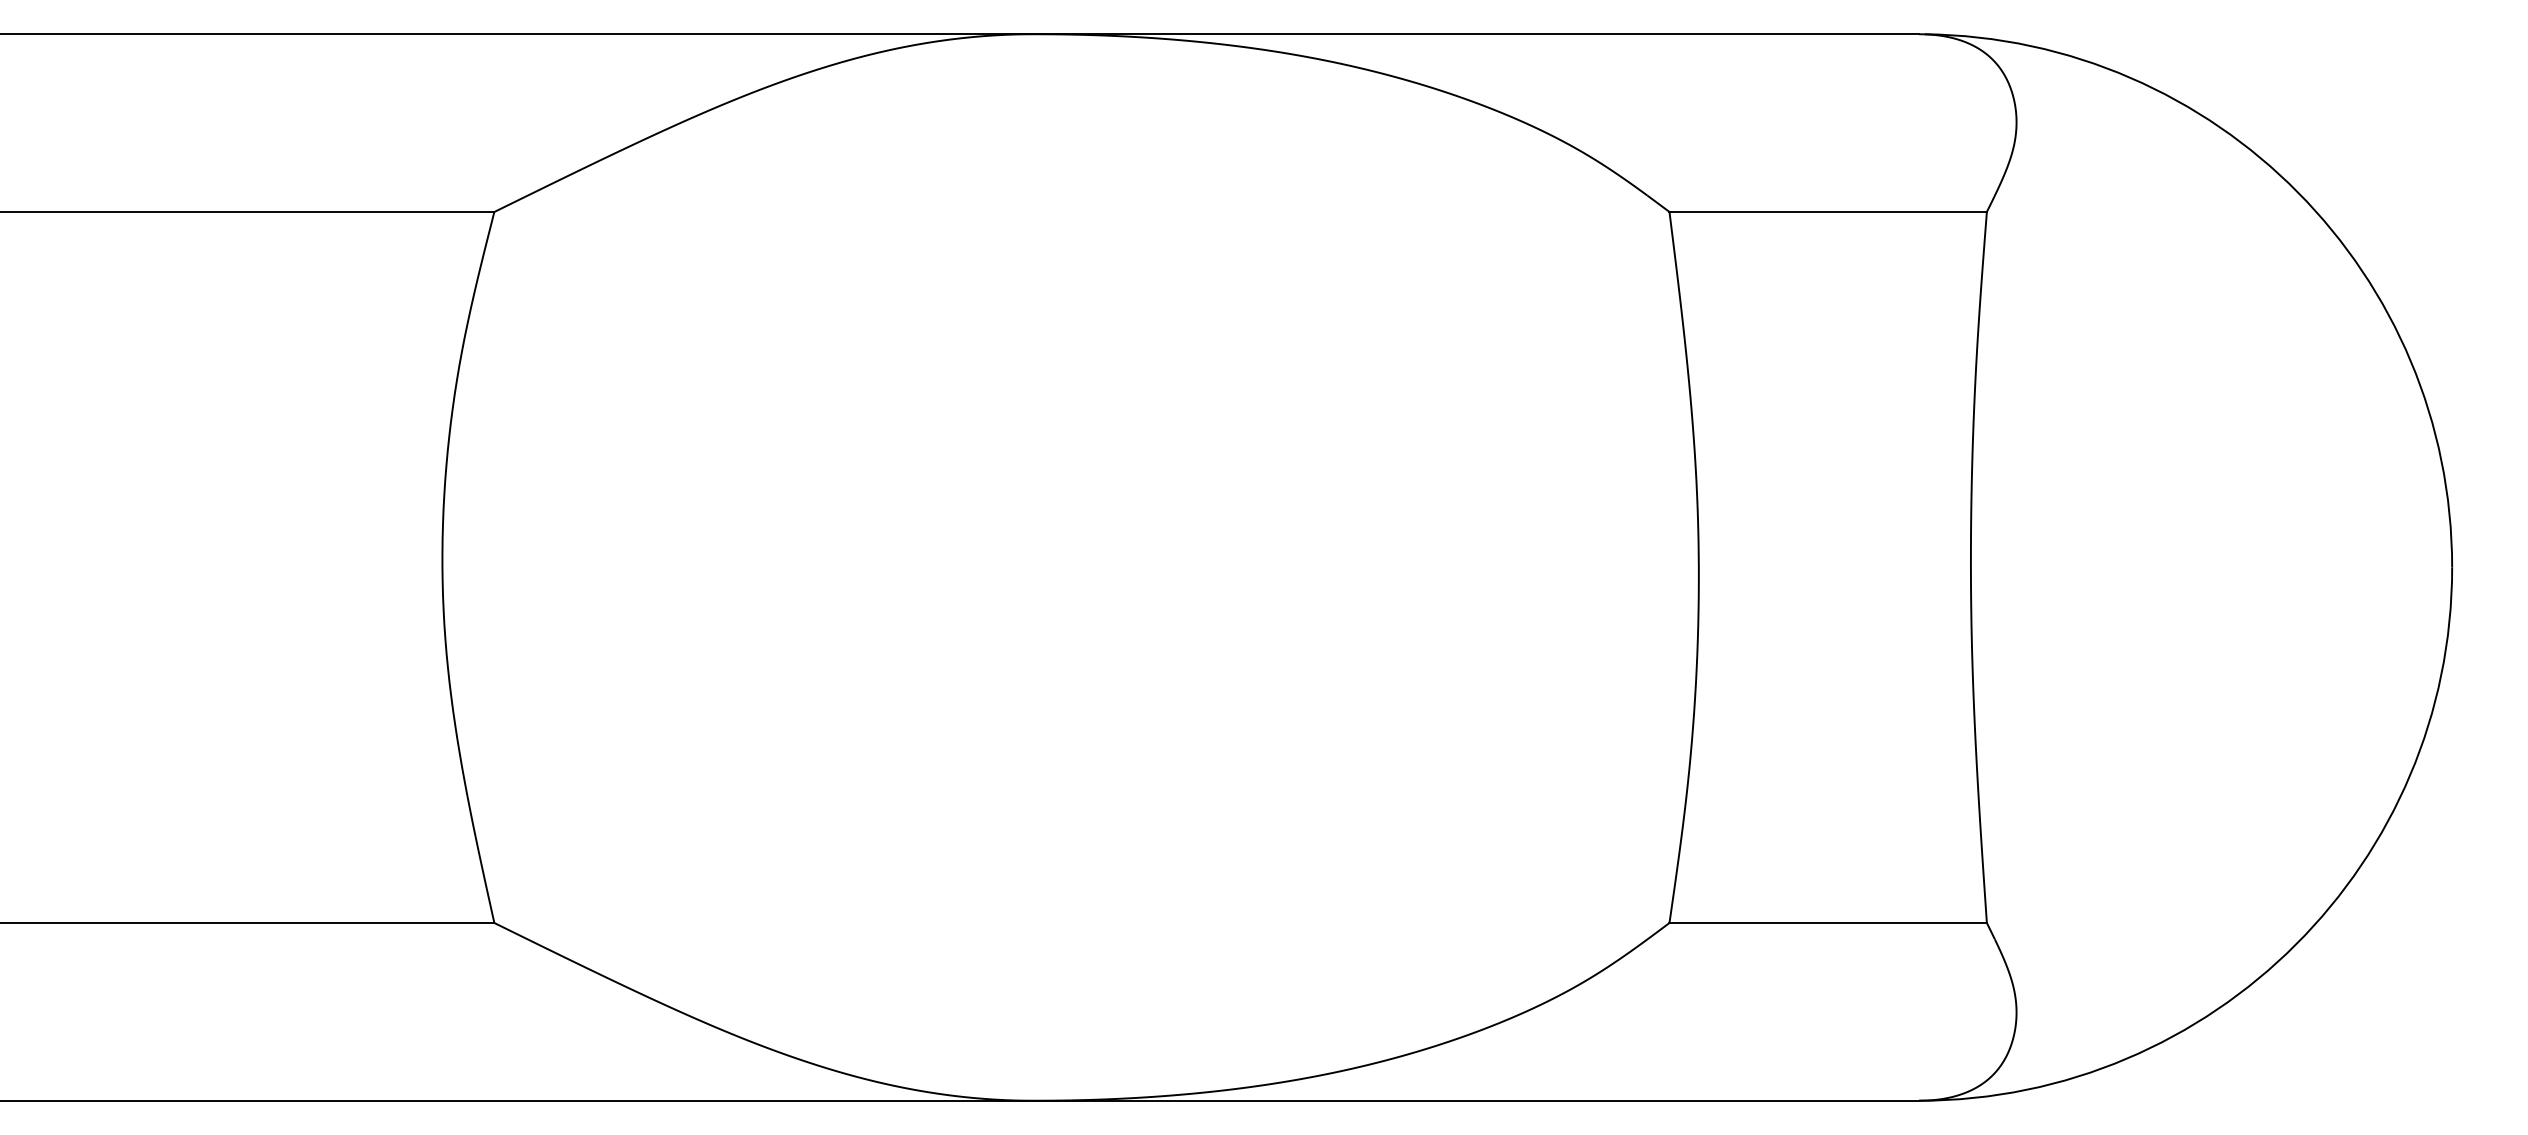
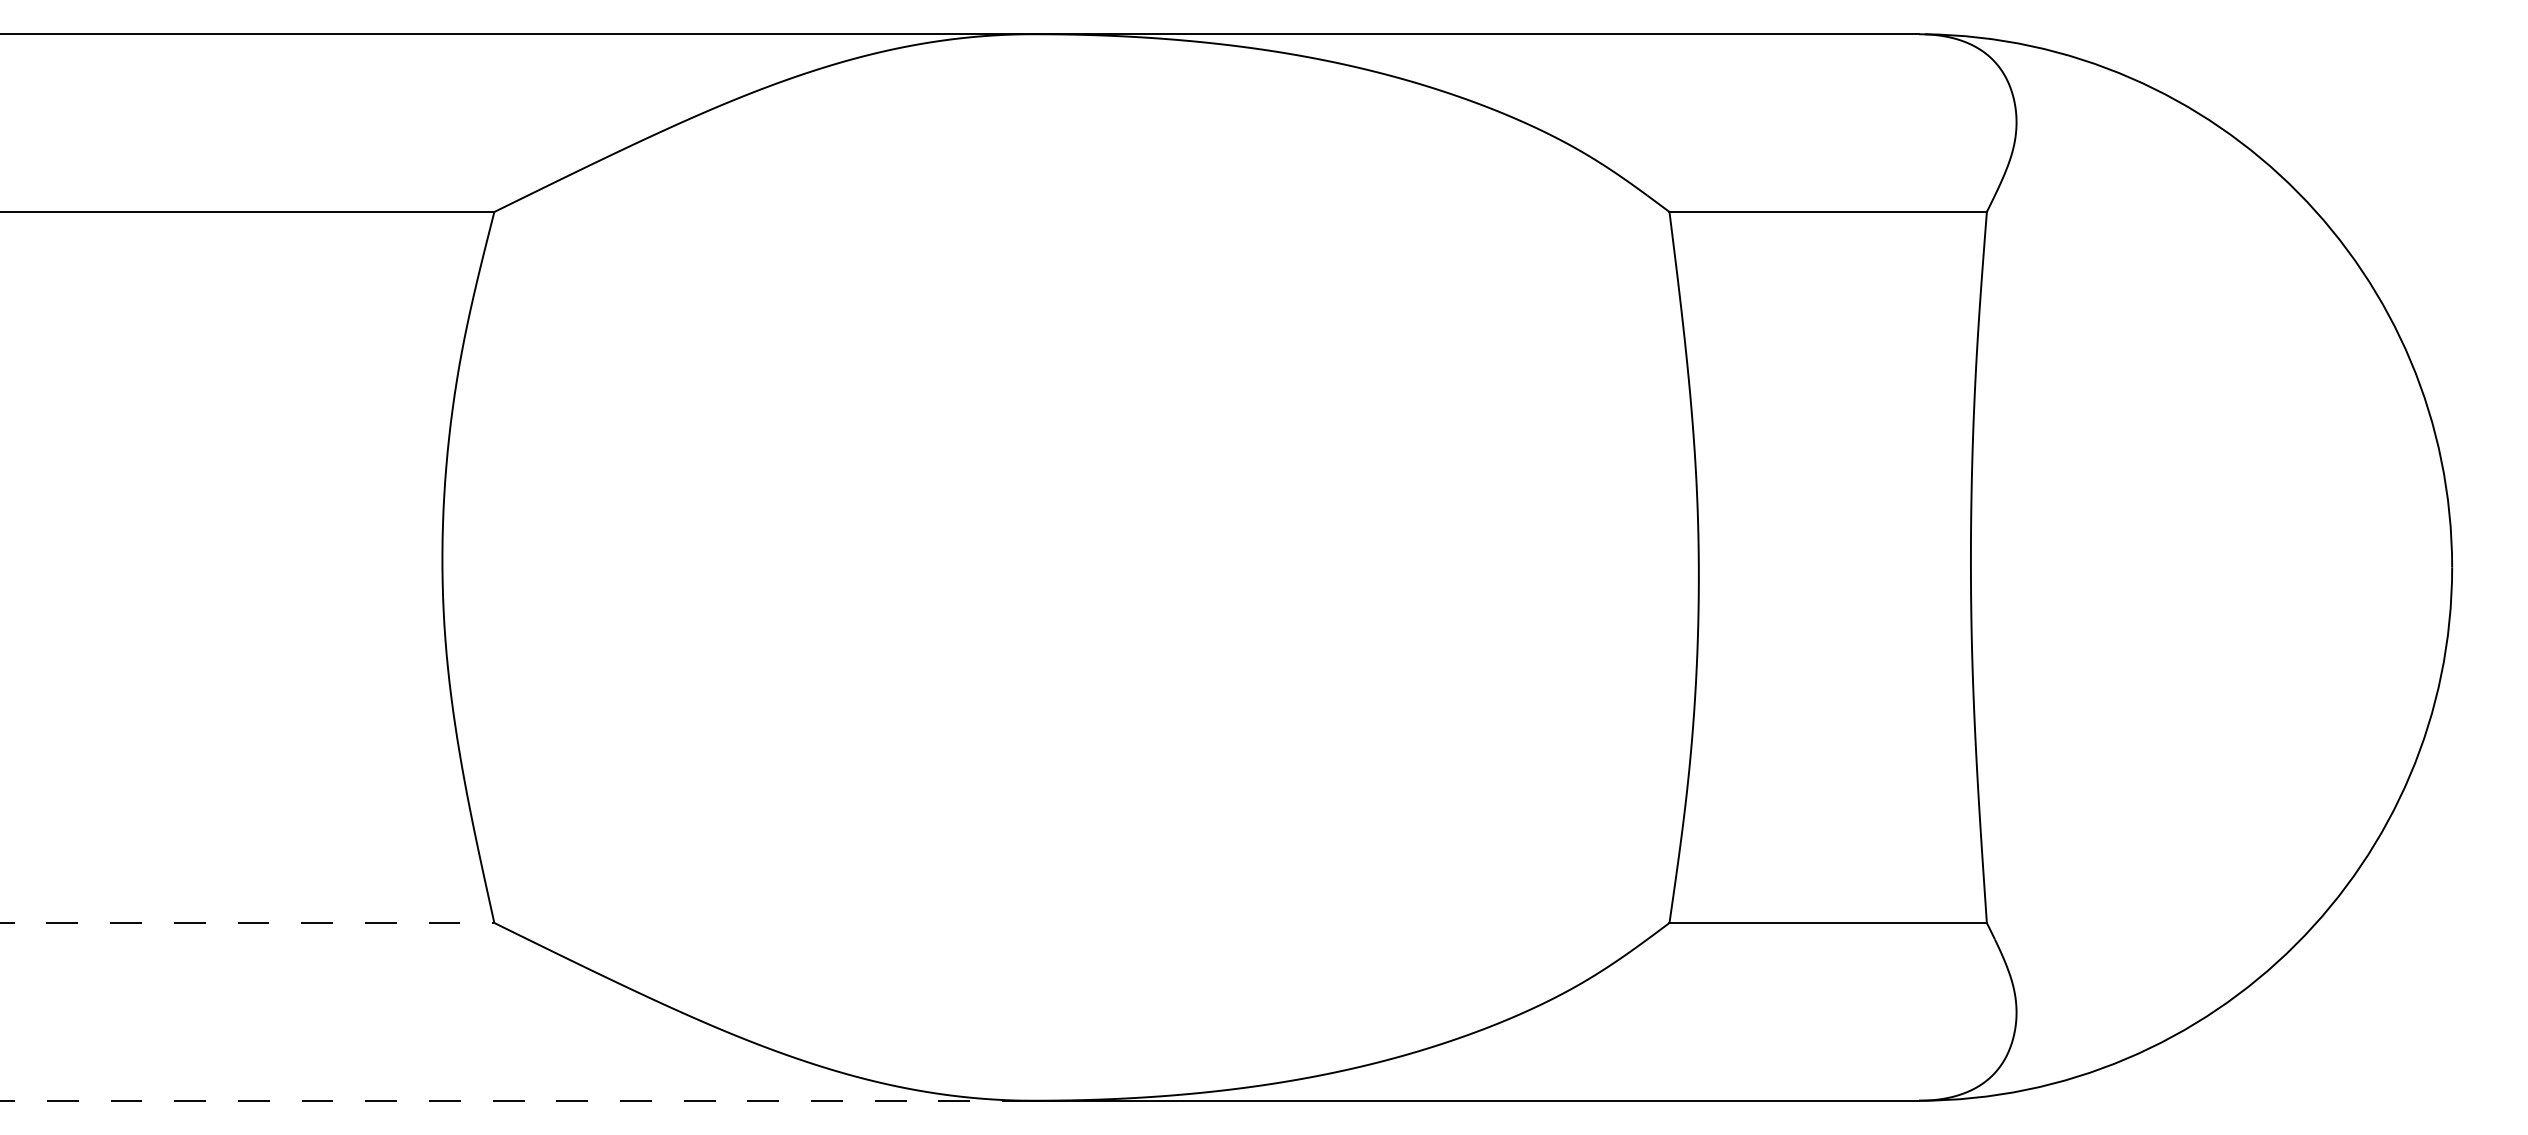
line at (247, 922): solid -> dashed
line at (516, 1100): solid -> dashed
